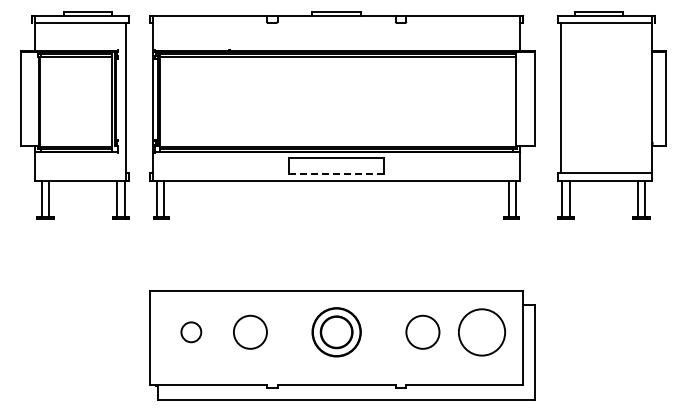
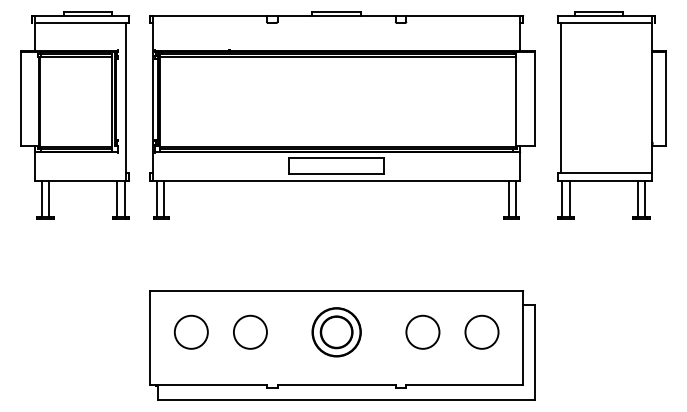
line at (336, 173): dashed -> solid
circle at (191, 332) diameter: 20 px -> 33 px
circle at (482, 332) size: 49x49 px -> 36x36 px
